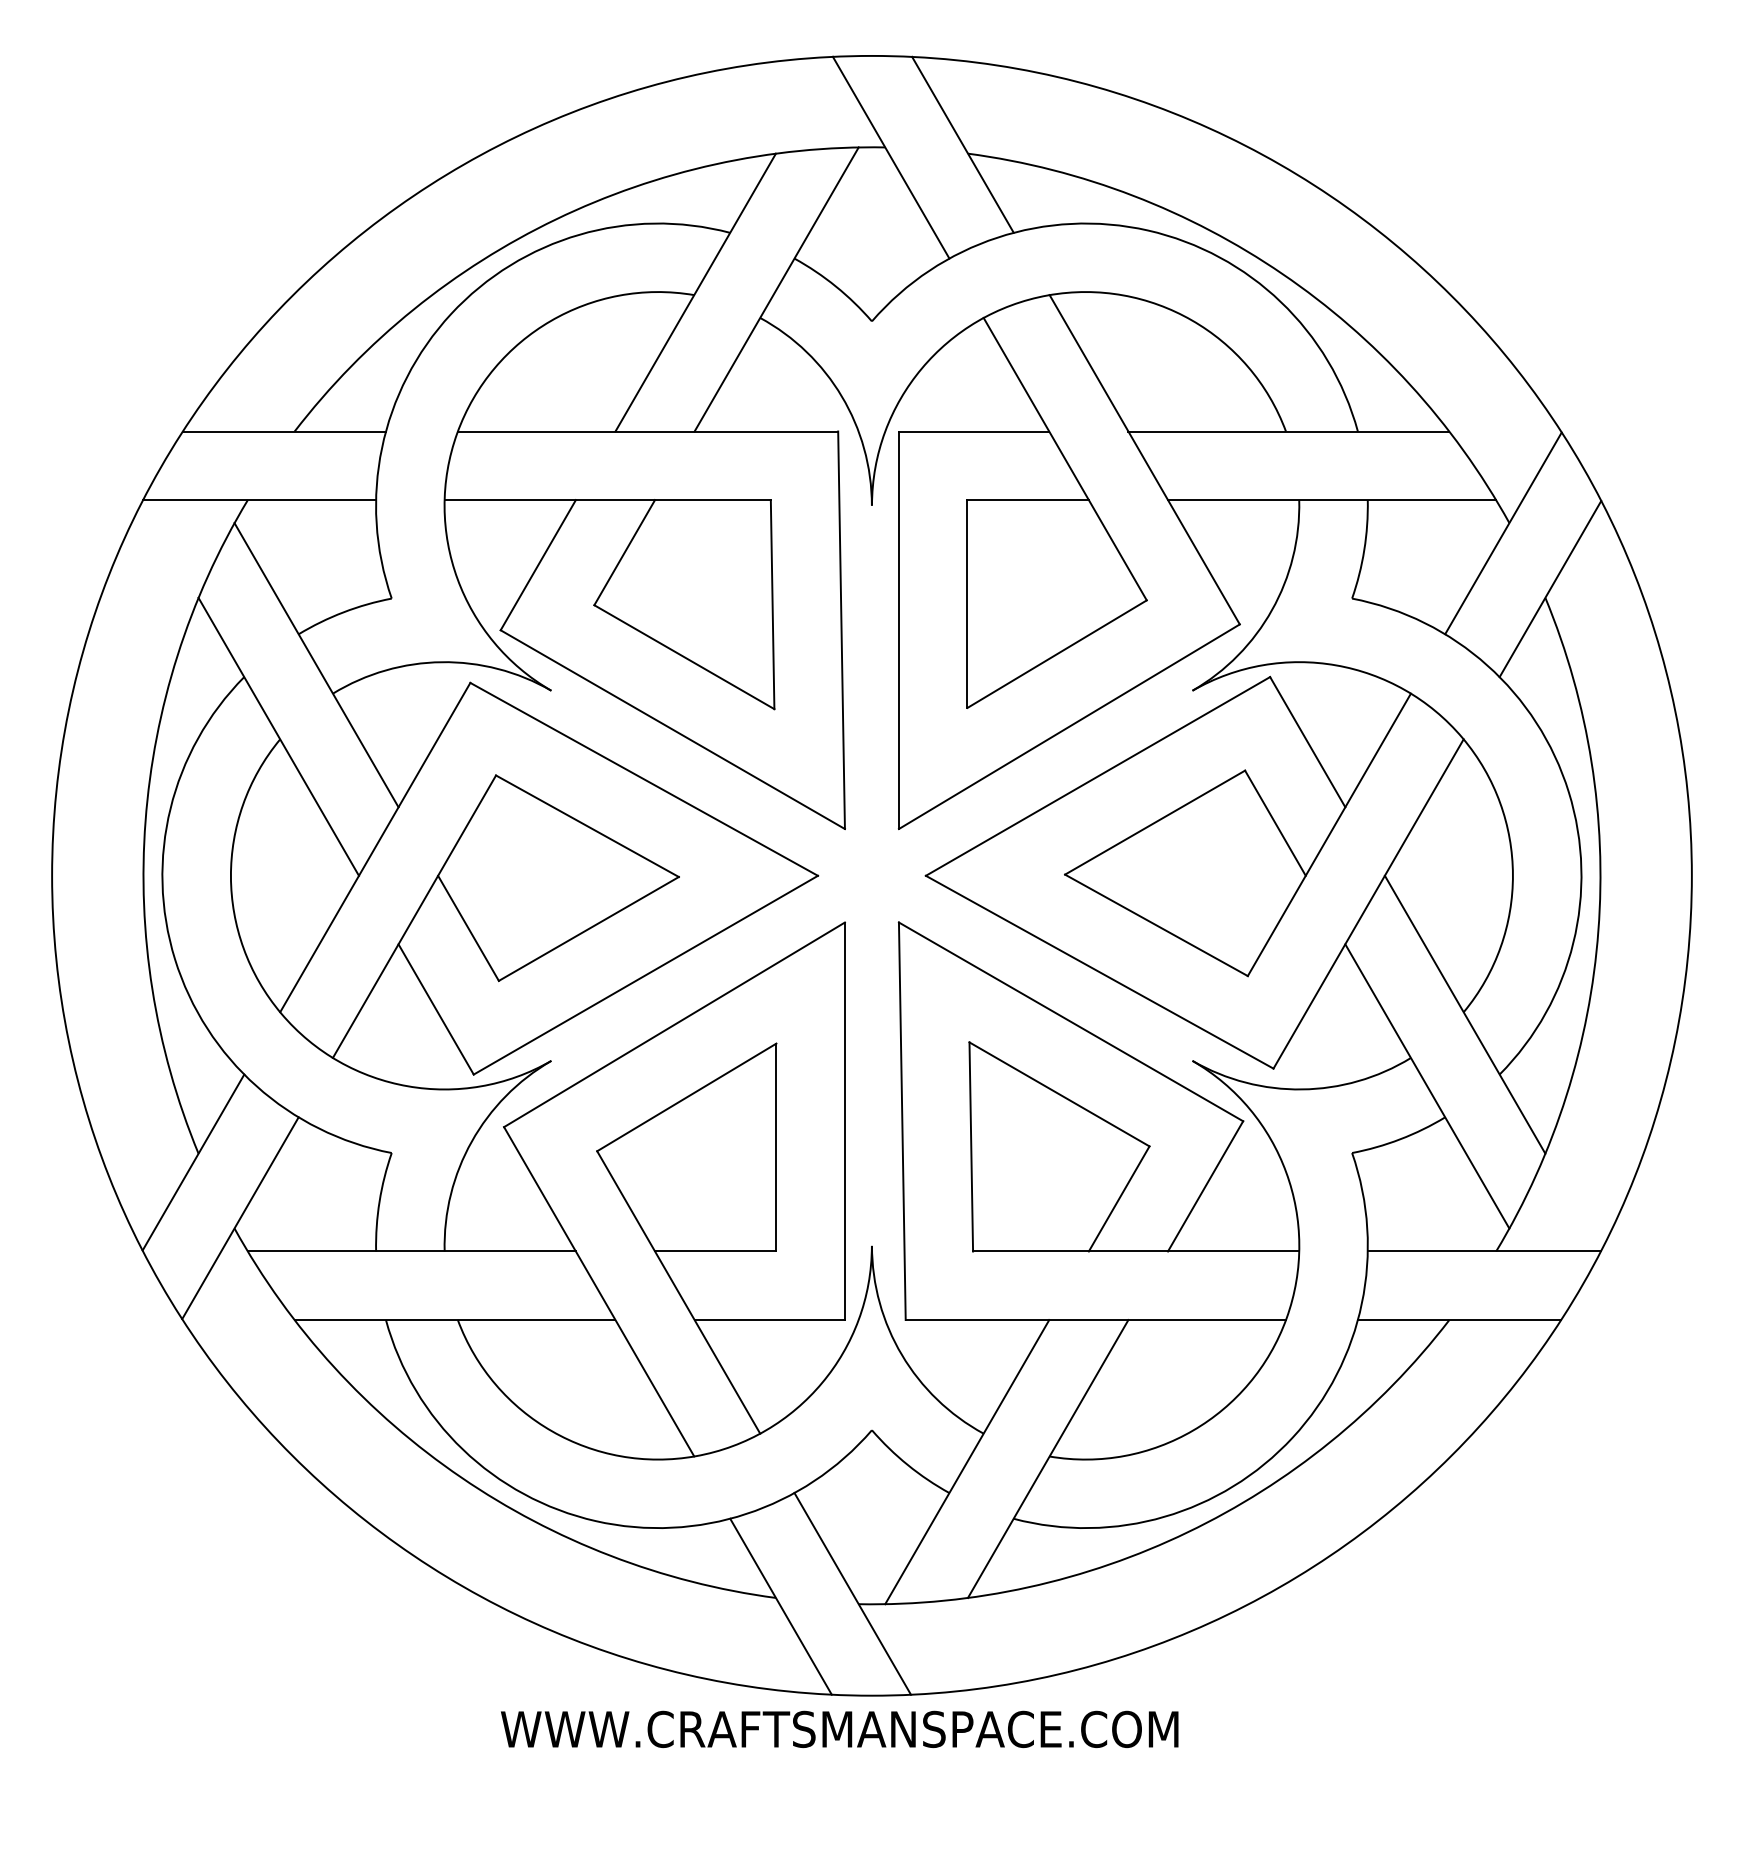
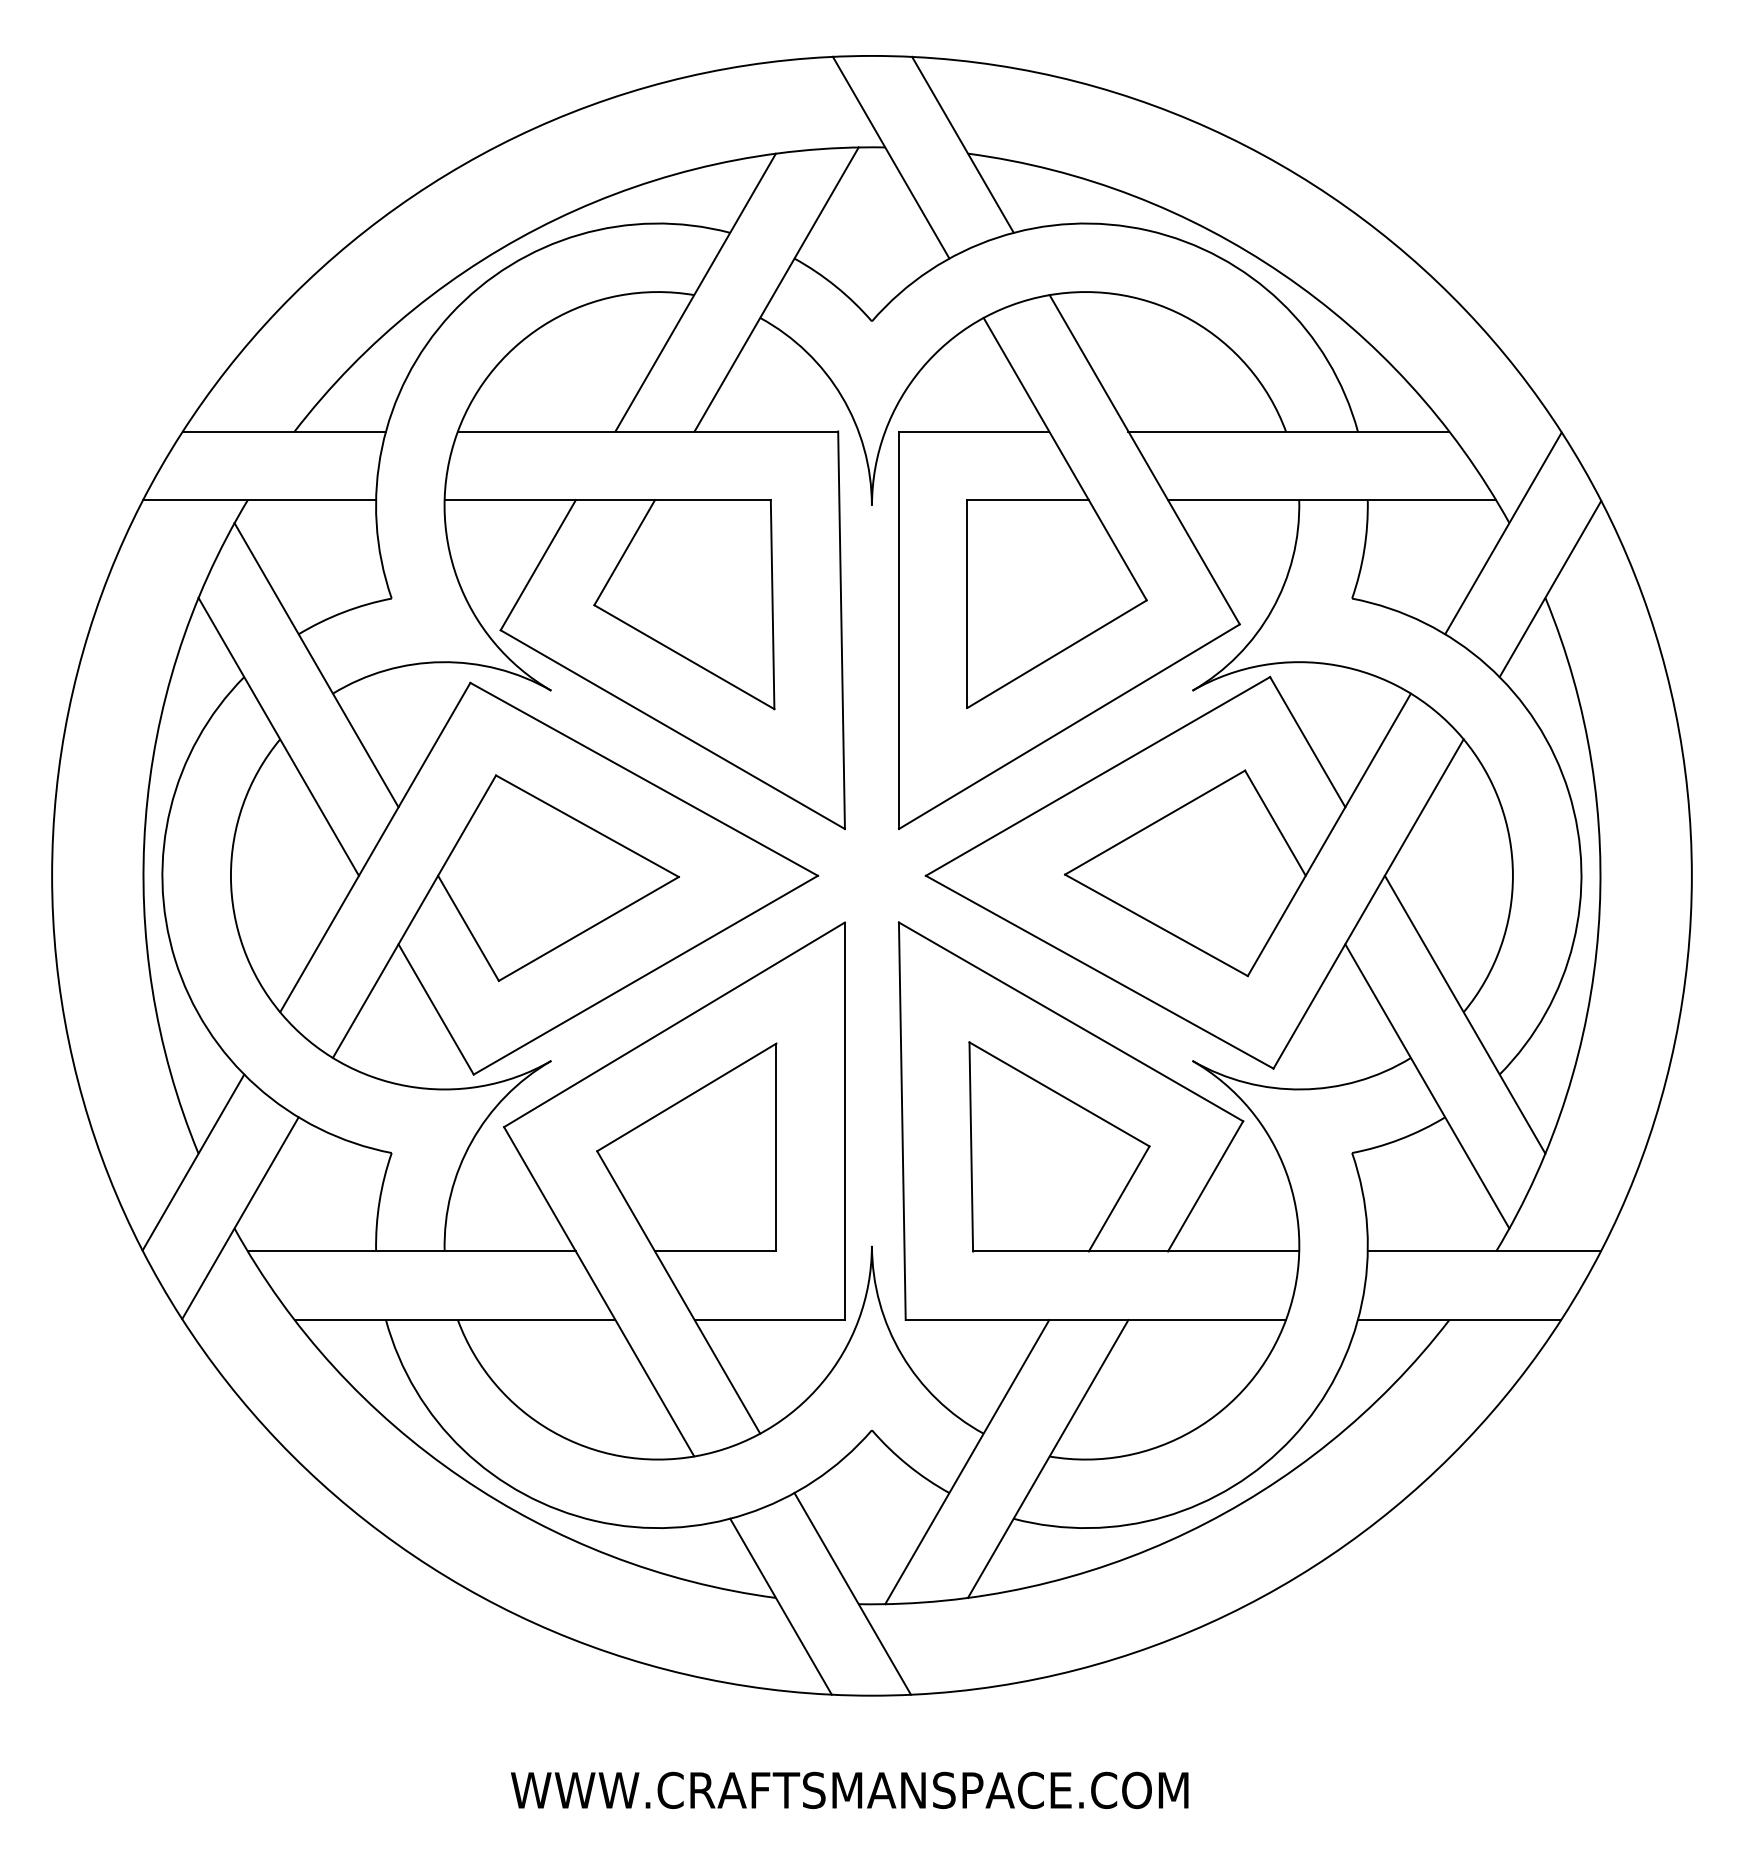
text at (839, 1729) position: (839, 1729) -> (849, 1790)
